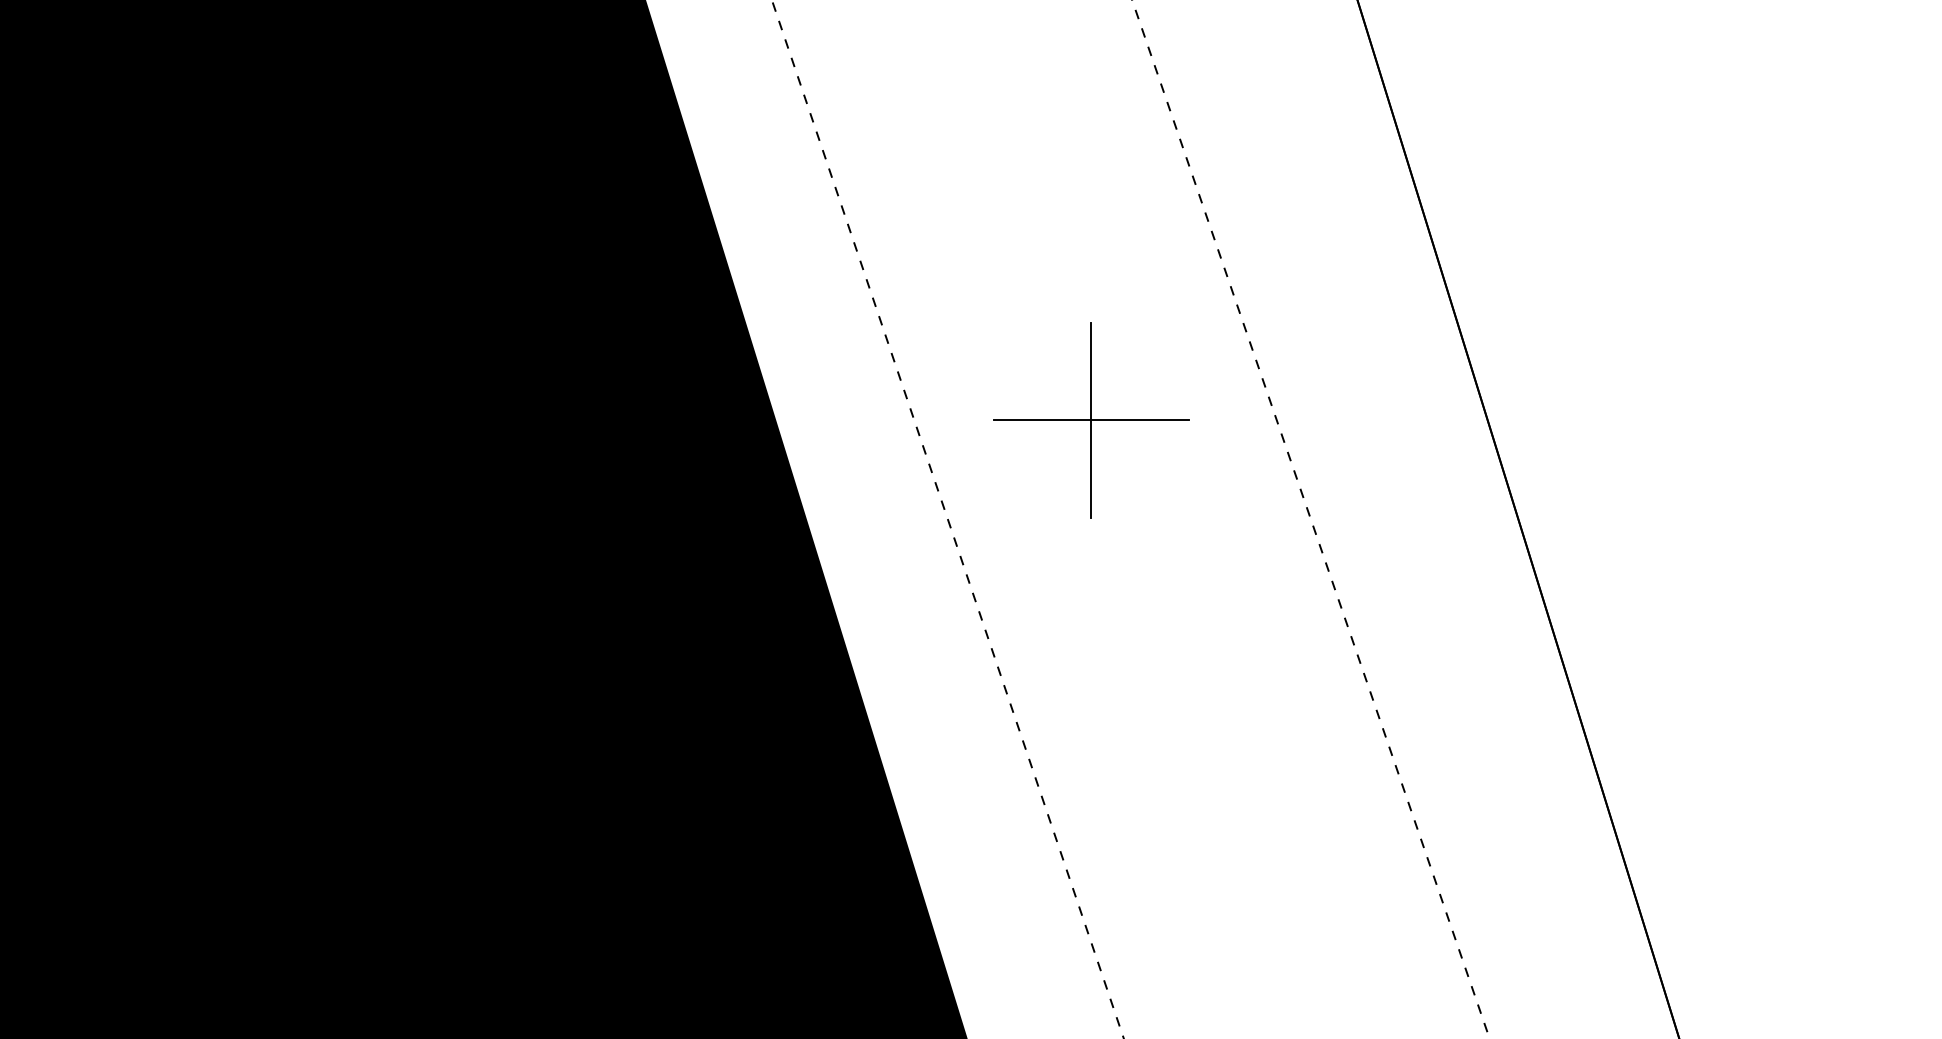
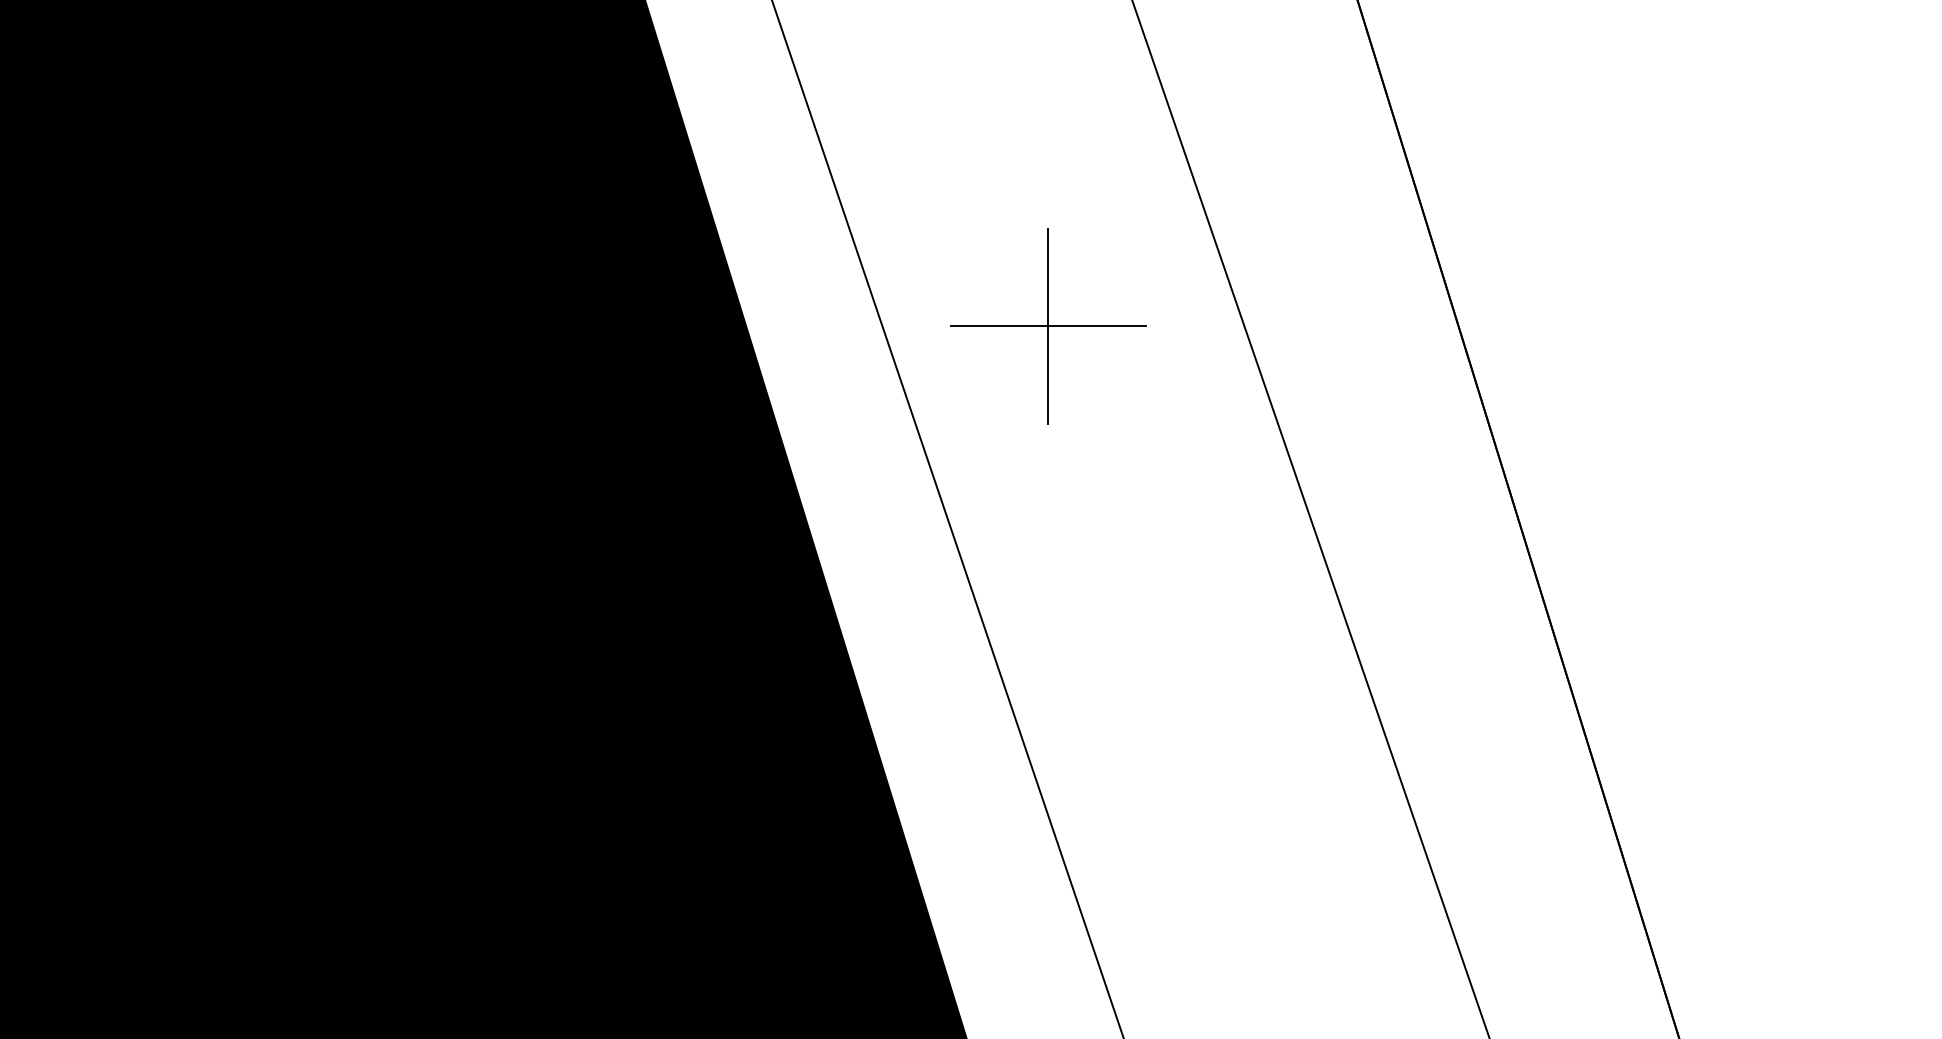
part at (1091, 420) position: (1091, 420) -> (1048, 326)
line at (947, 519): dashed -> solid
line at (1310, 519): dashed -> solid
